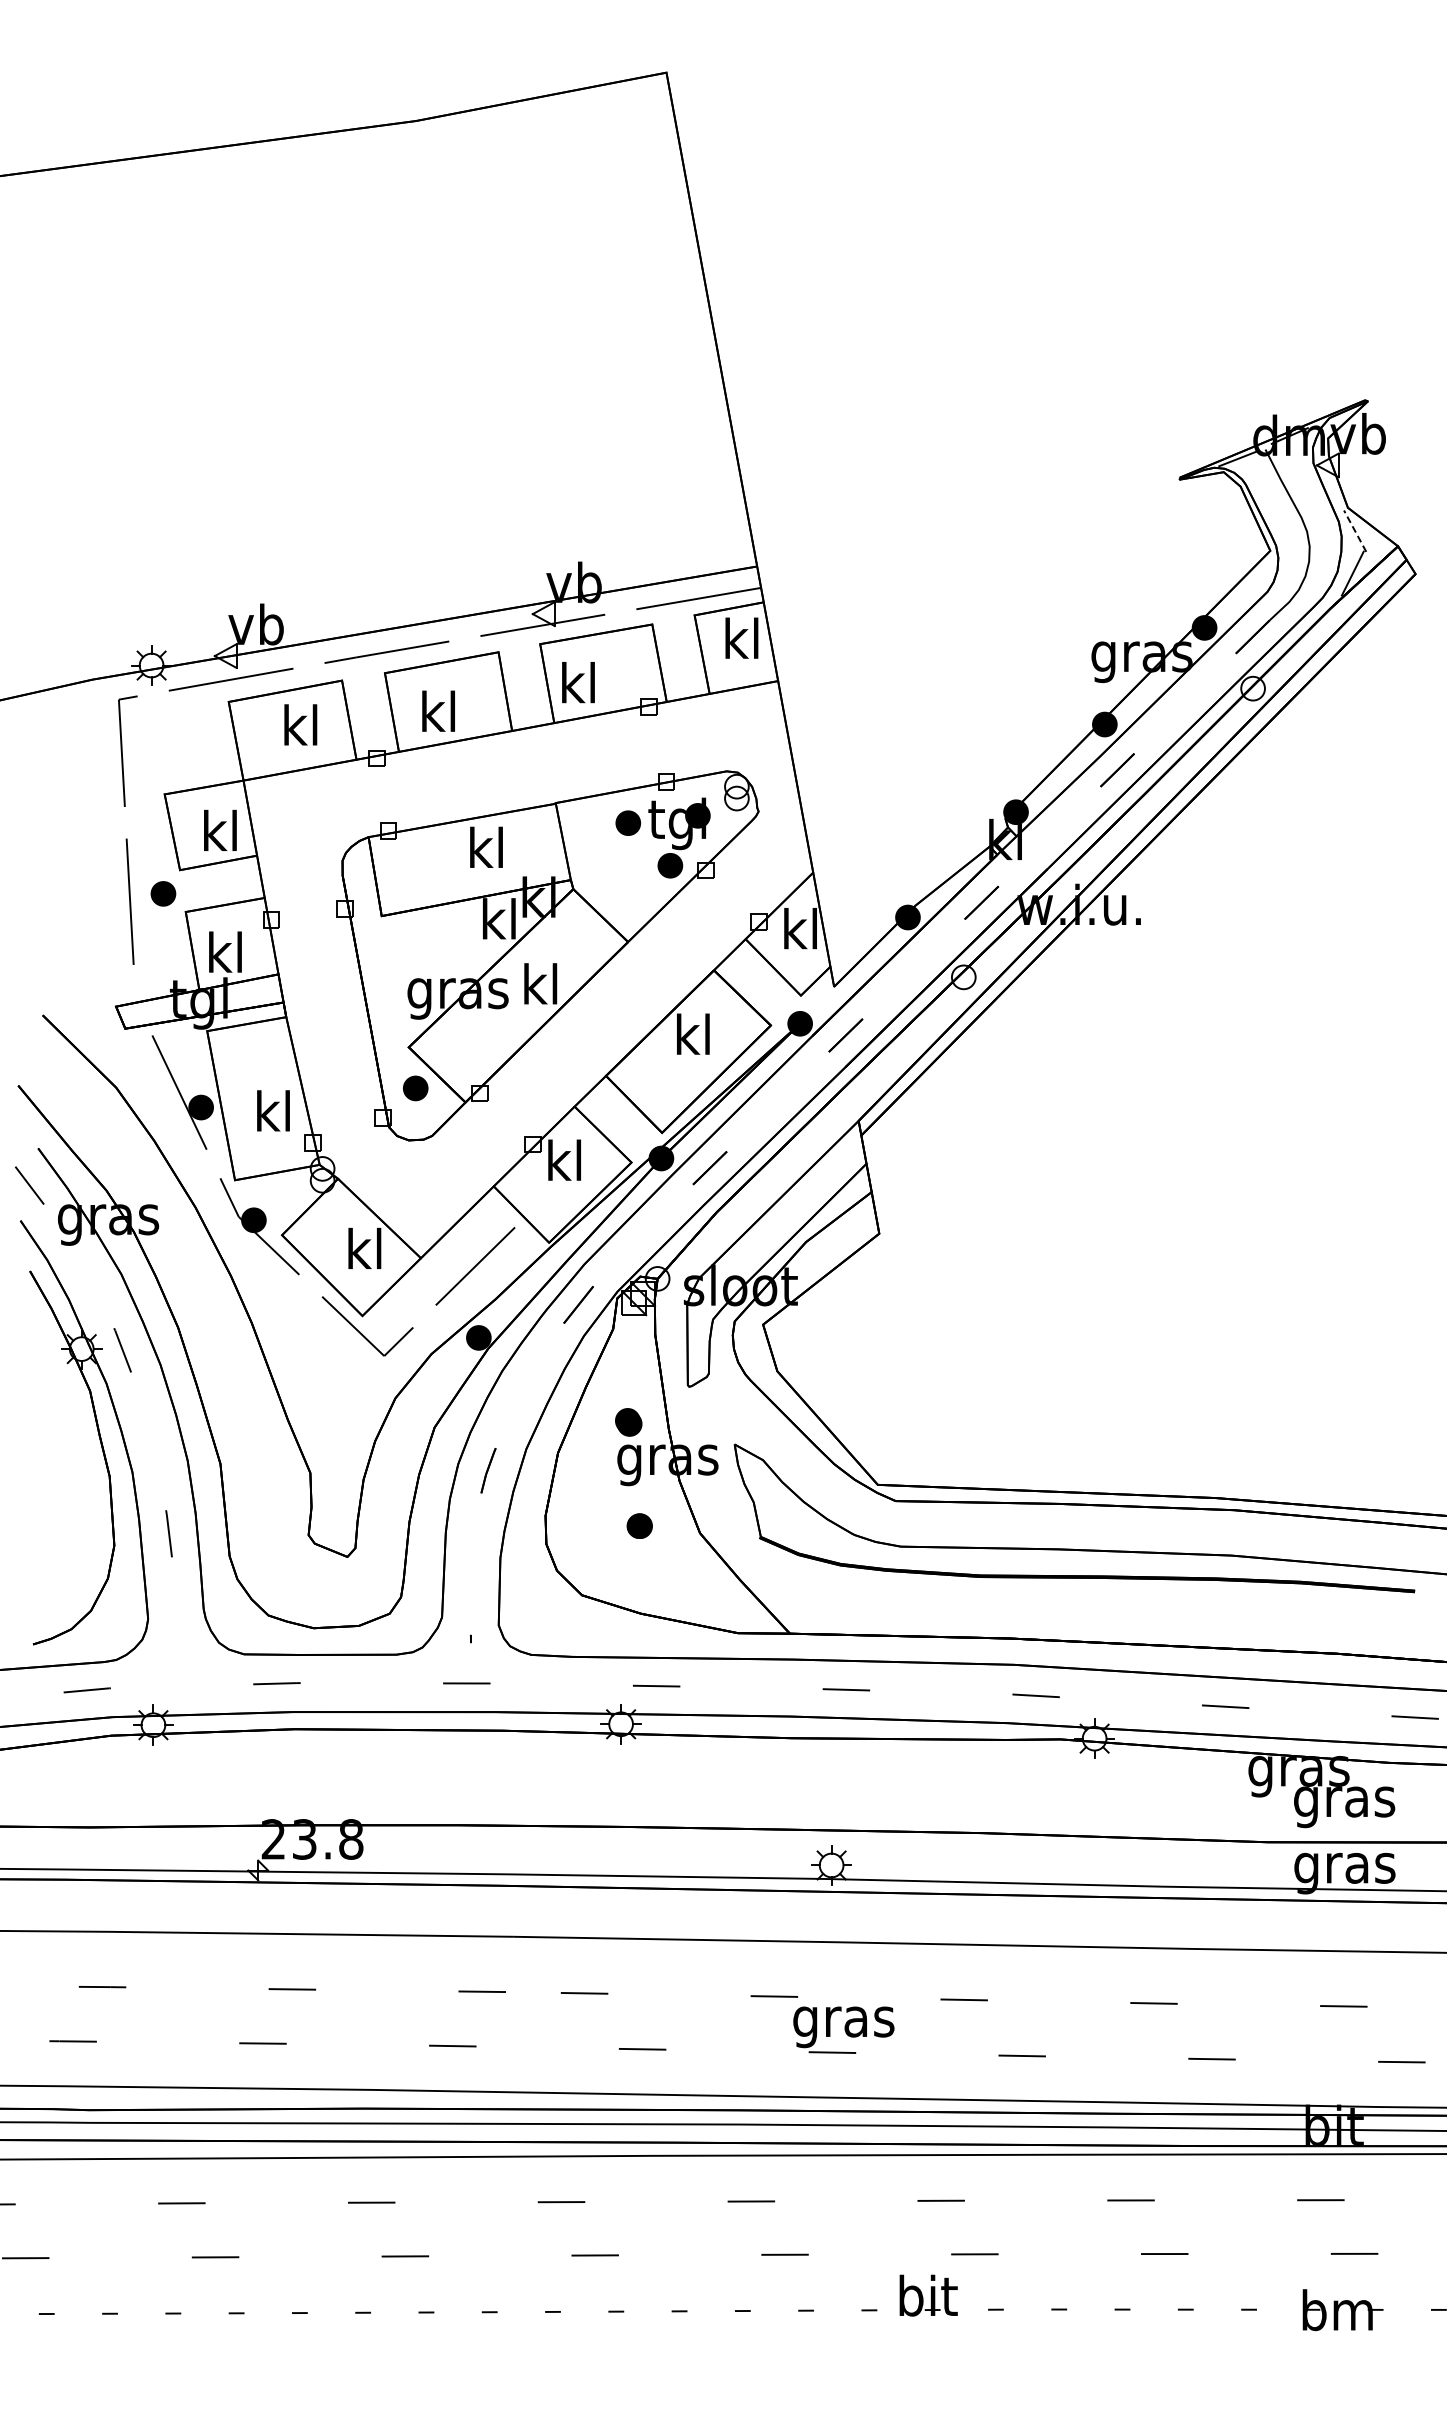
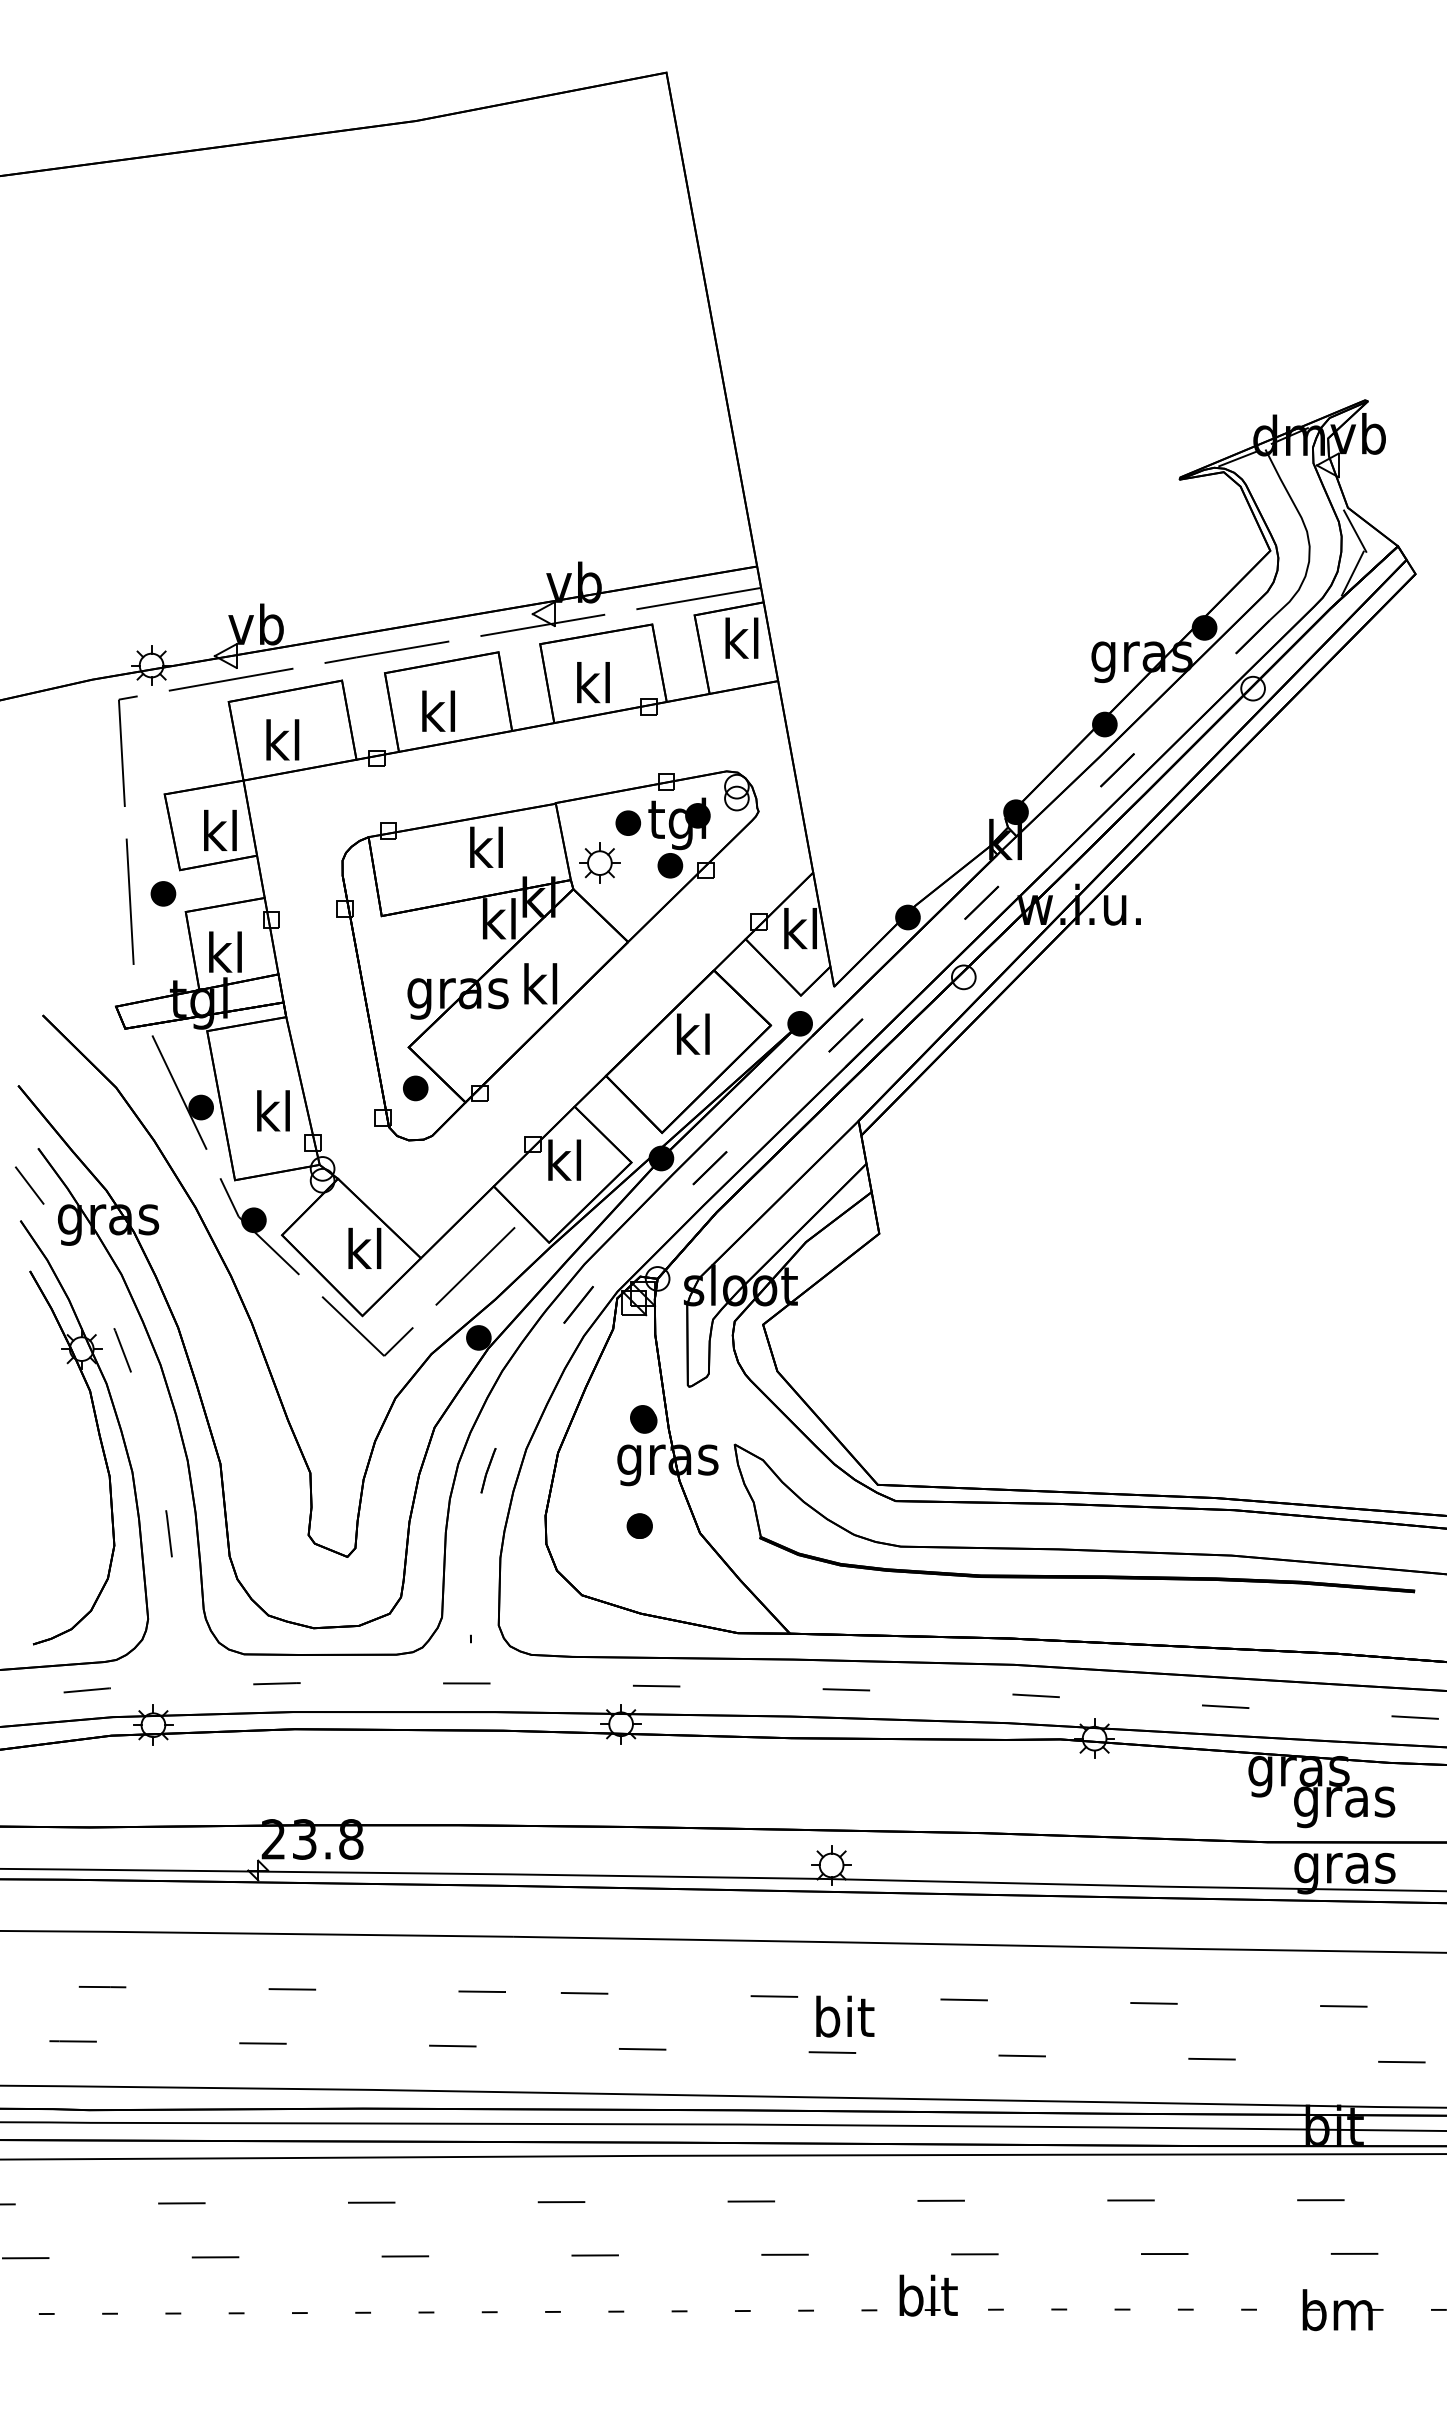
line at (1354, 530): dashed -> solid
text at (578, 682) position: (578, 682) -> (593, 682)
text at (300, 724) position: (300, 724) -> (282, 739)
part at (599, 862): none -> present
part at (628, 1422) position: (628, 1422) -> (643, 1419)
text at (843, 2021): gras -> bit
